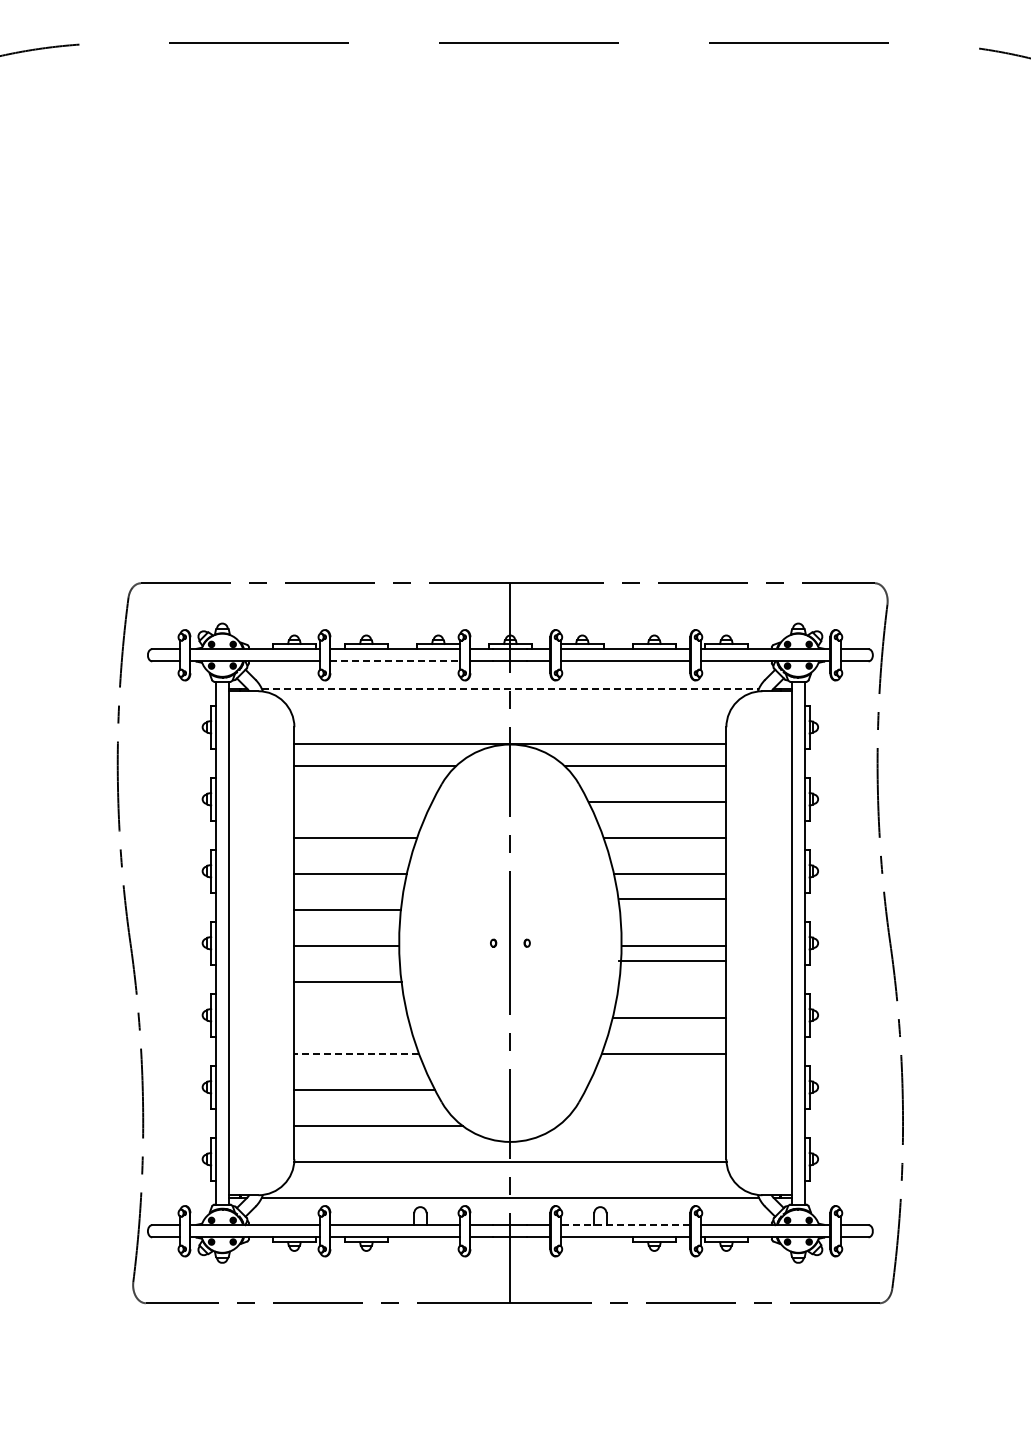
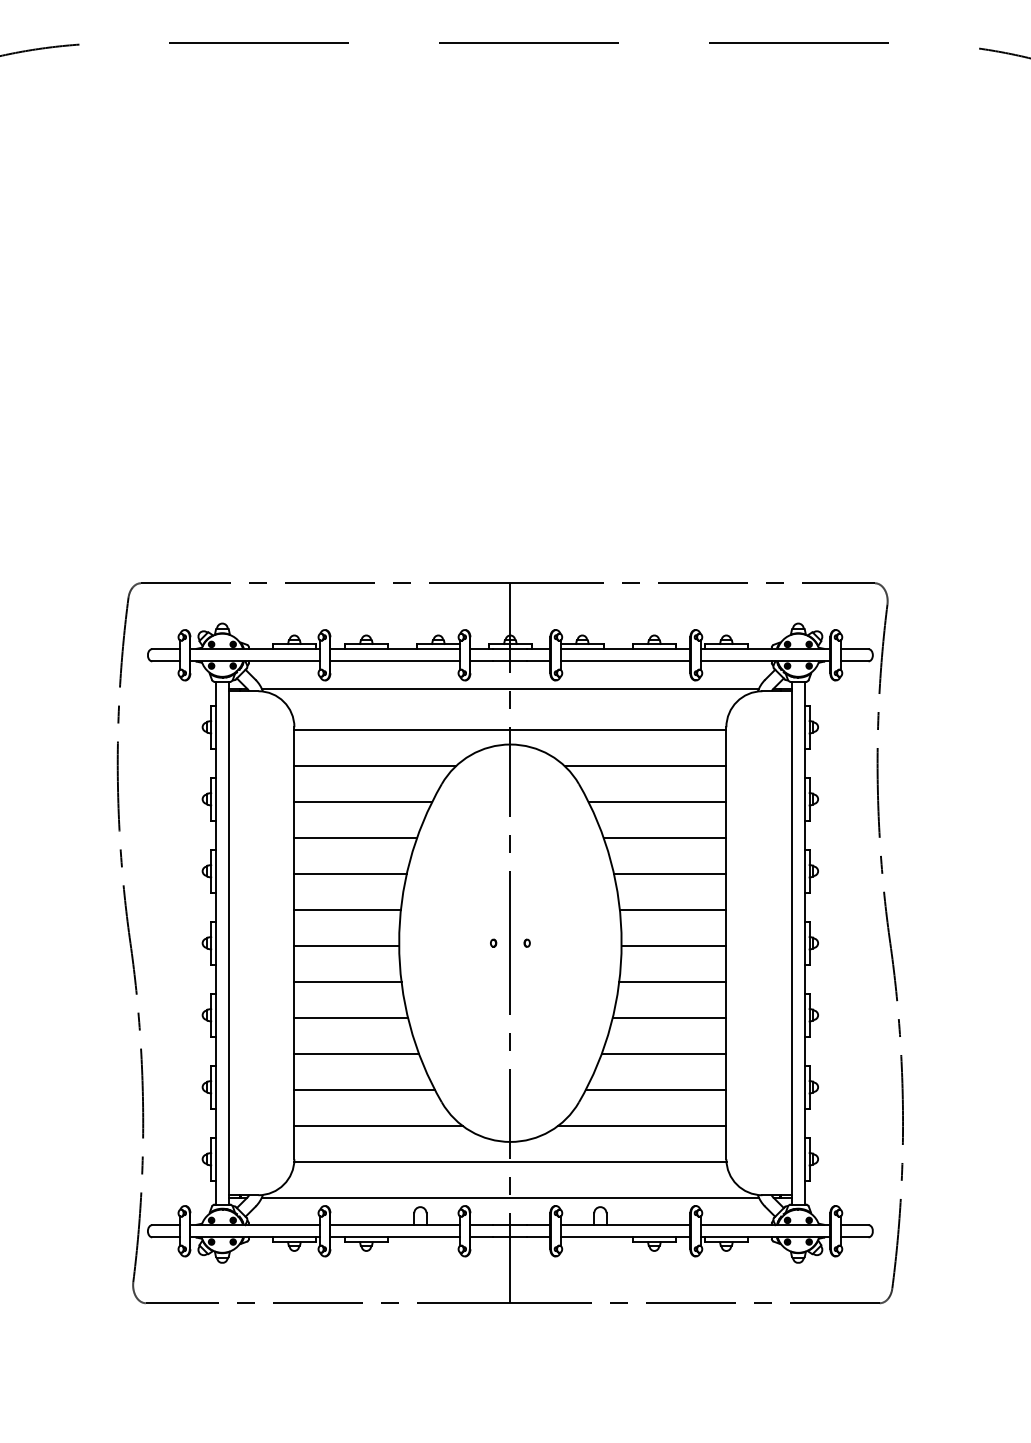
line at (395, 661): dashed -> solid
line at (510, 688): dashed -> solid
line at (510, 743) position: (510, 743) -> (510, 729)
line at (363, 801): none -> present
line at (672, 898) position: (672, 898) -> (672, 909)
line at (672, 960) position: (672, 960) -> (672, 981)
line at (351, 1017): none -> present
line at (356, 1053): dashed -> solid
line at (655, 1089): none -> present
line at (642, 1125): none -> present
line at (625, 1225): dashed -> solid
